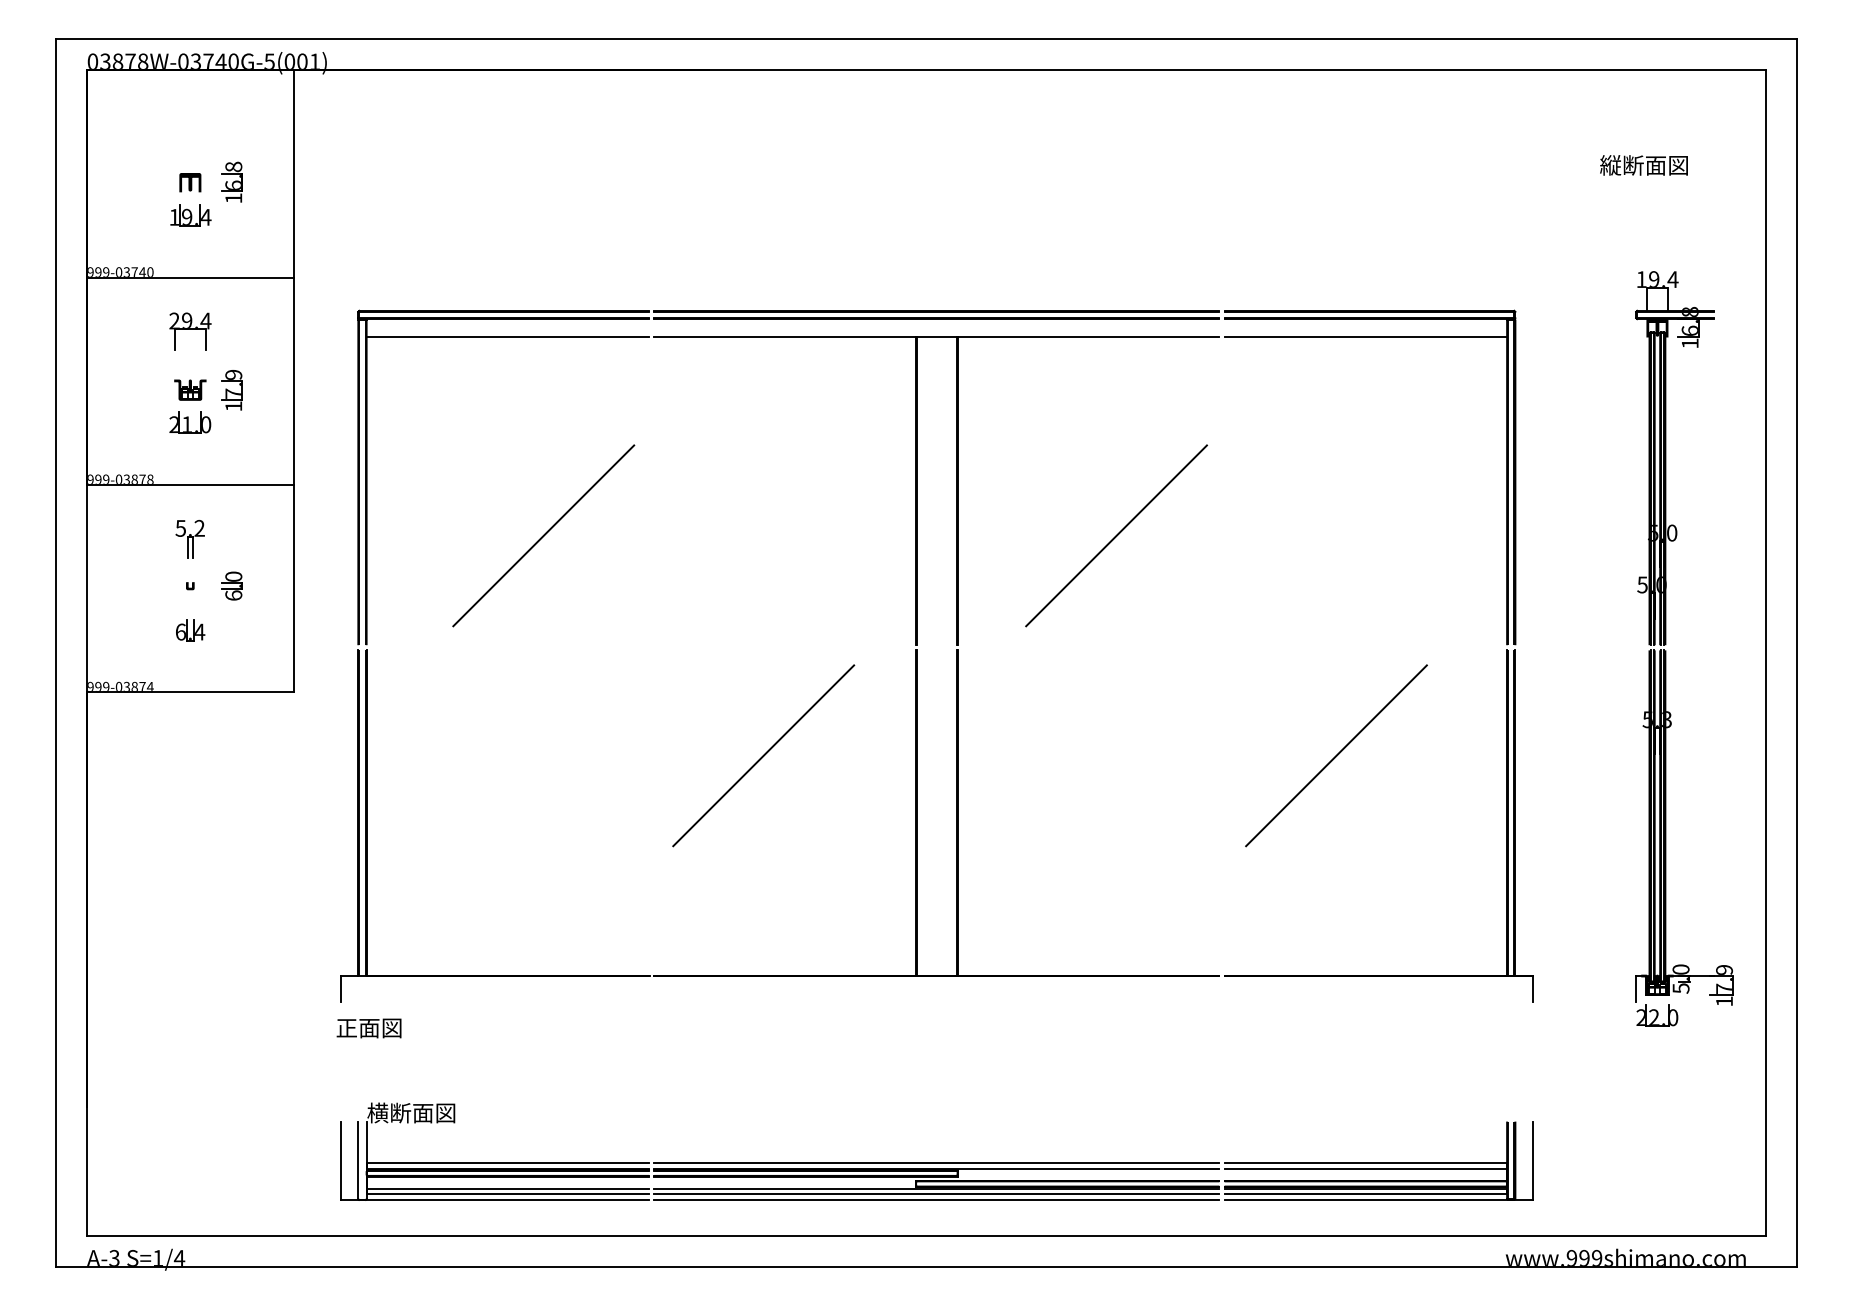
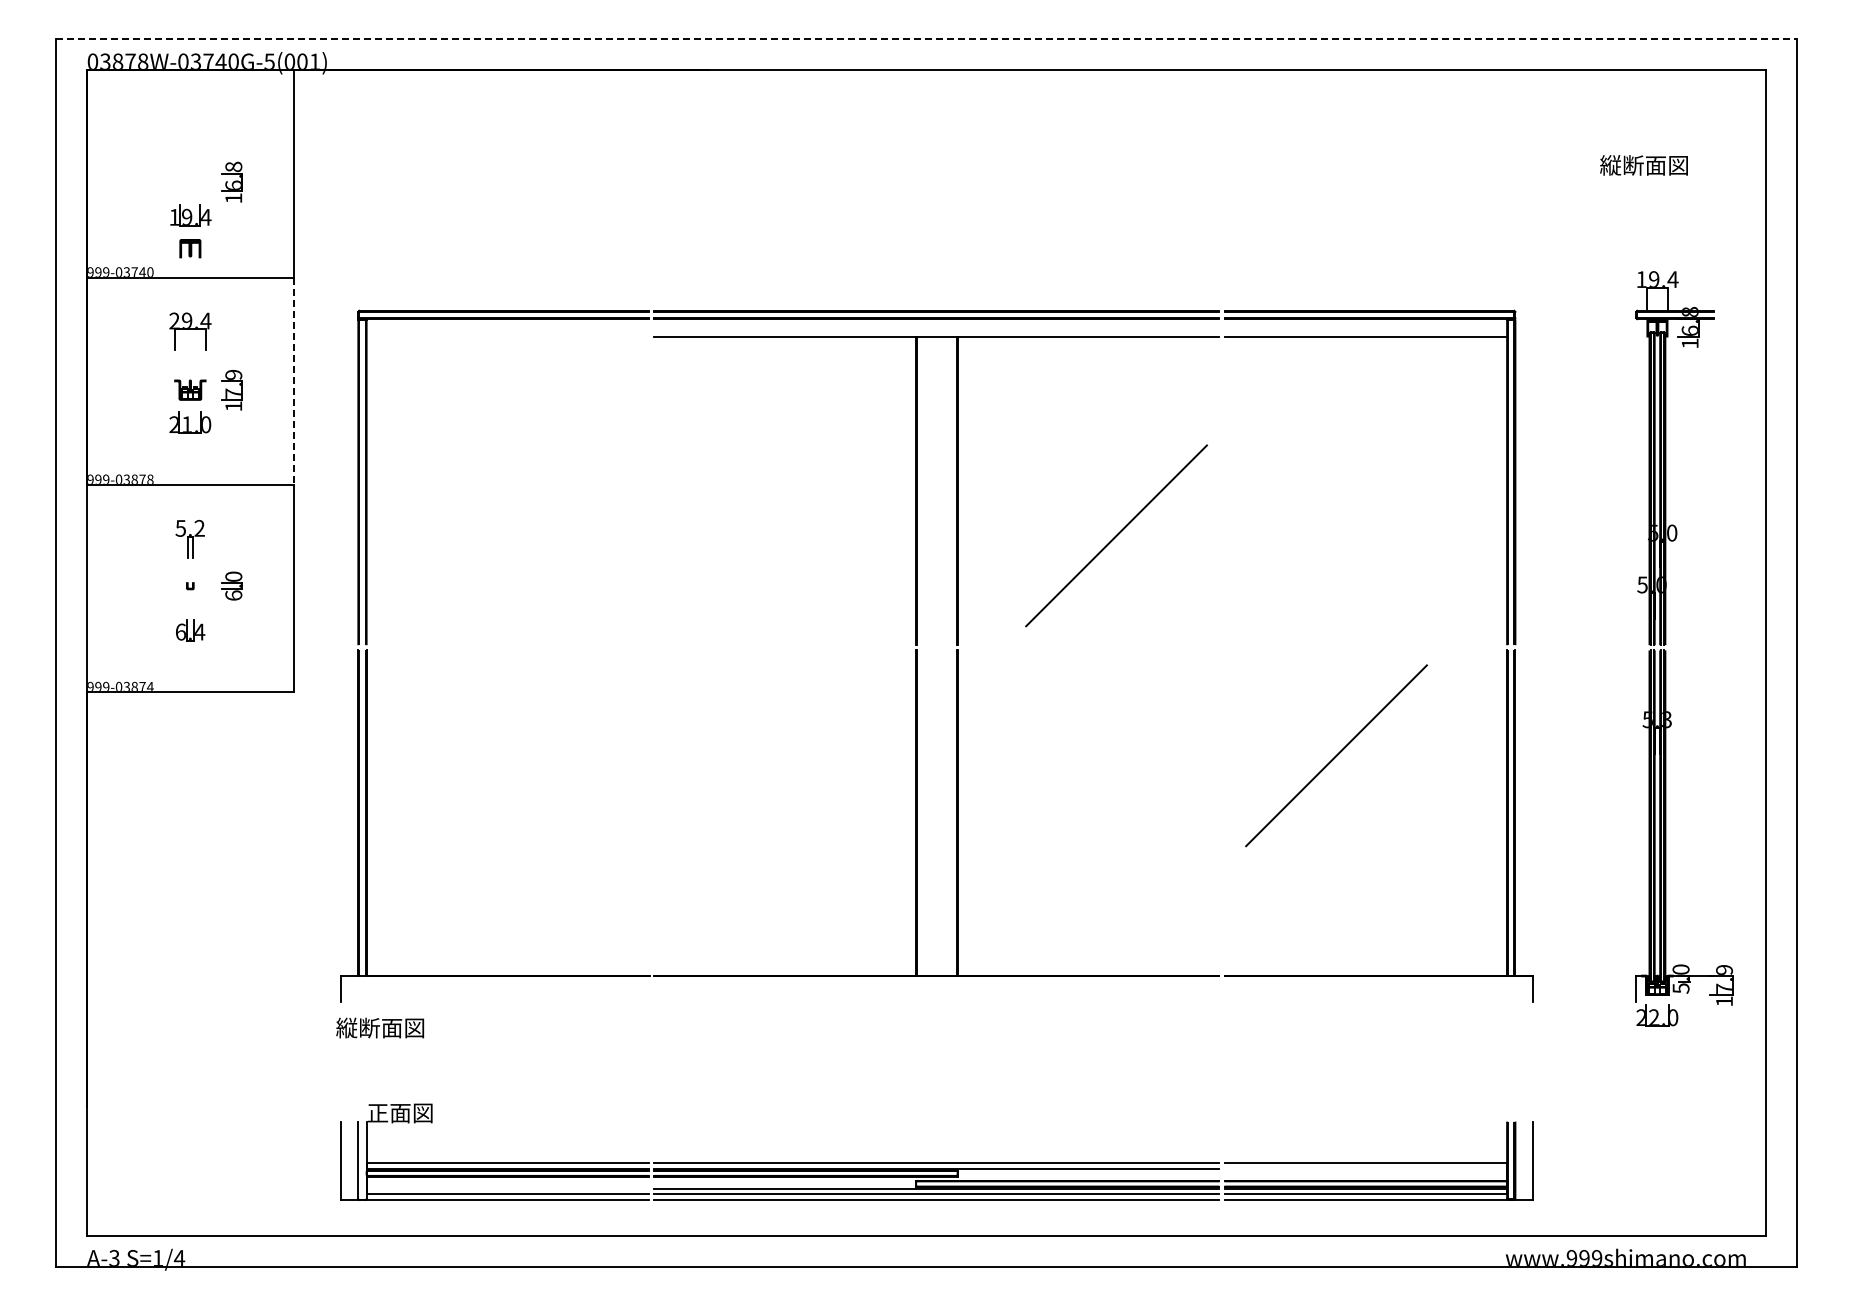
line at (926, 39): solid -> dashed
part at (190, 182) position: (190, 182) -> (190, 248)
line at (507, 336): present -> none
line at (294, 381): solid -> dashed
line at (543, 535): present -> none
line at (763, 755): present -> none
text at (380, 1027): 正面図 -> 縦断面図
text at (411, 1112): 横断面図 -> 正面図
line at (1365, 1168): present -> none
line at (507, 1188): present -> none
